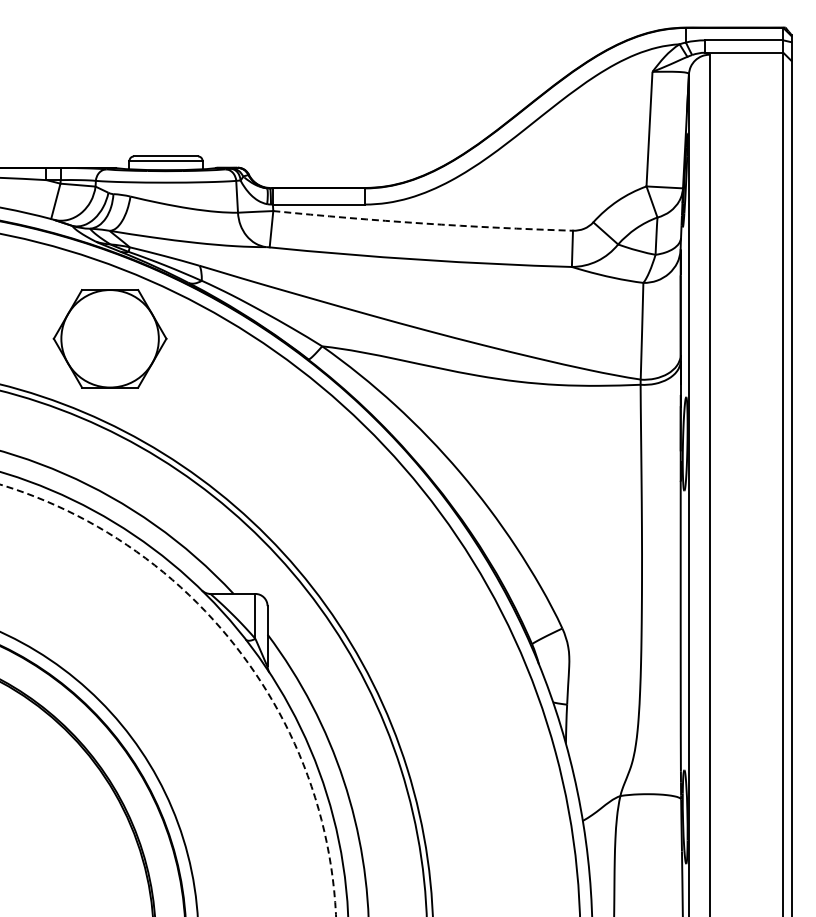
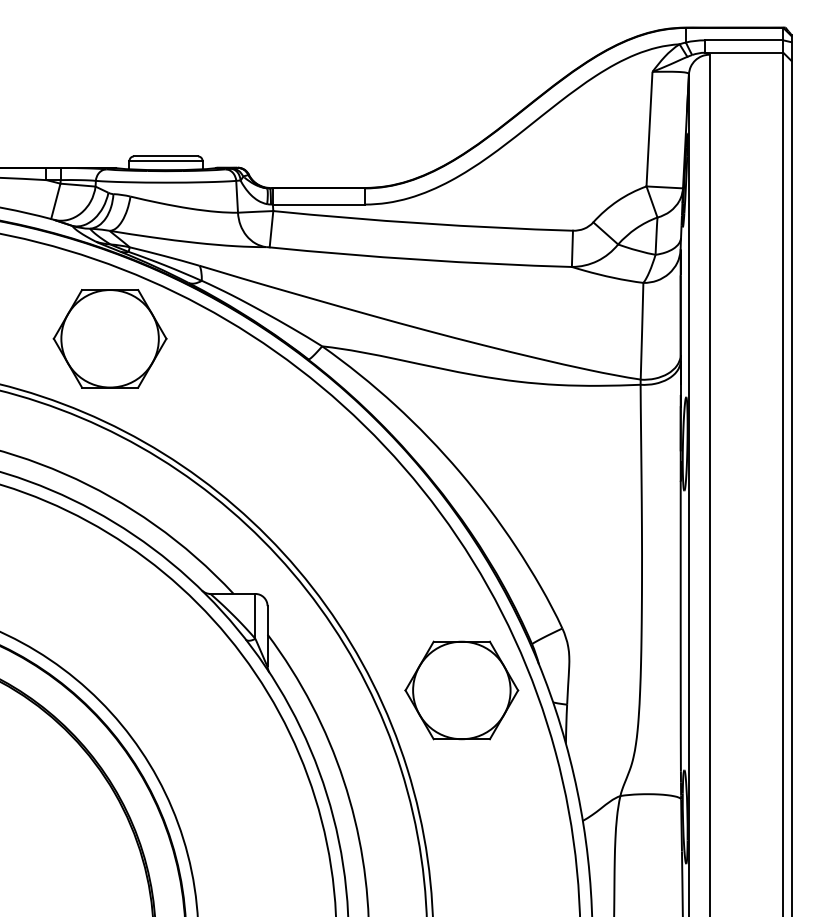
arc at (422, 223): dashed -> solid
part at (461, 690): none -> present
circle at (168, 700): dashed -> solid
